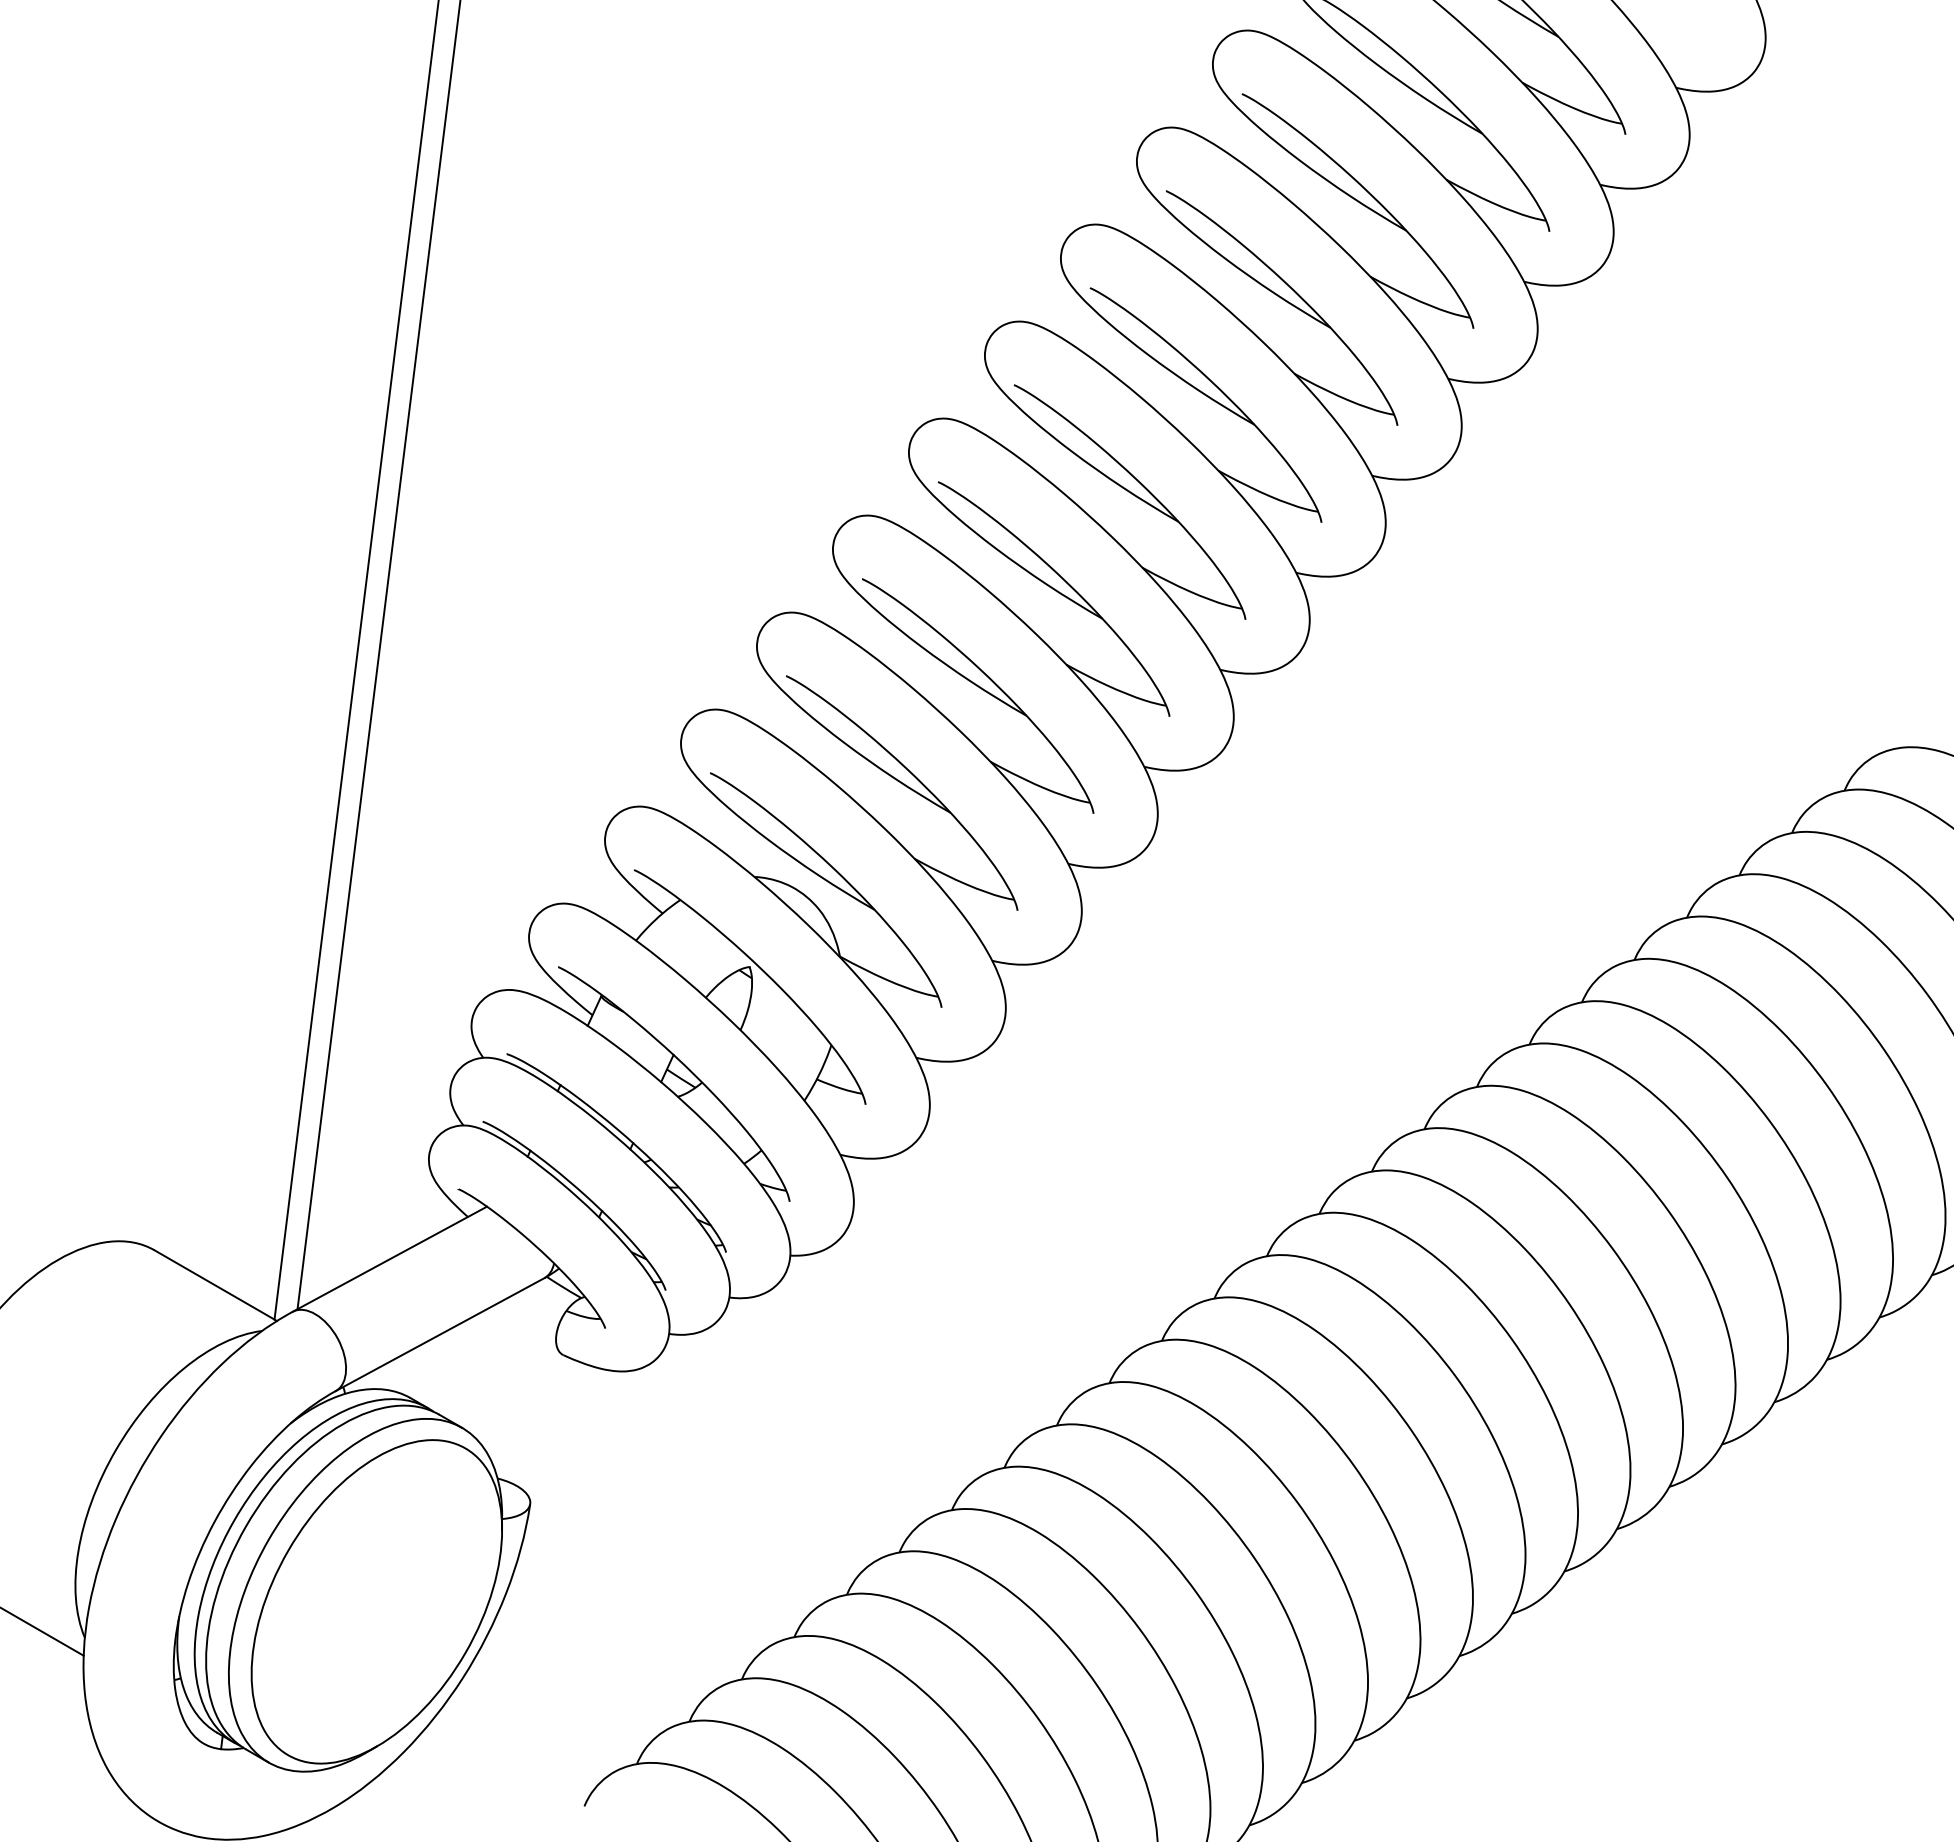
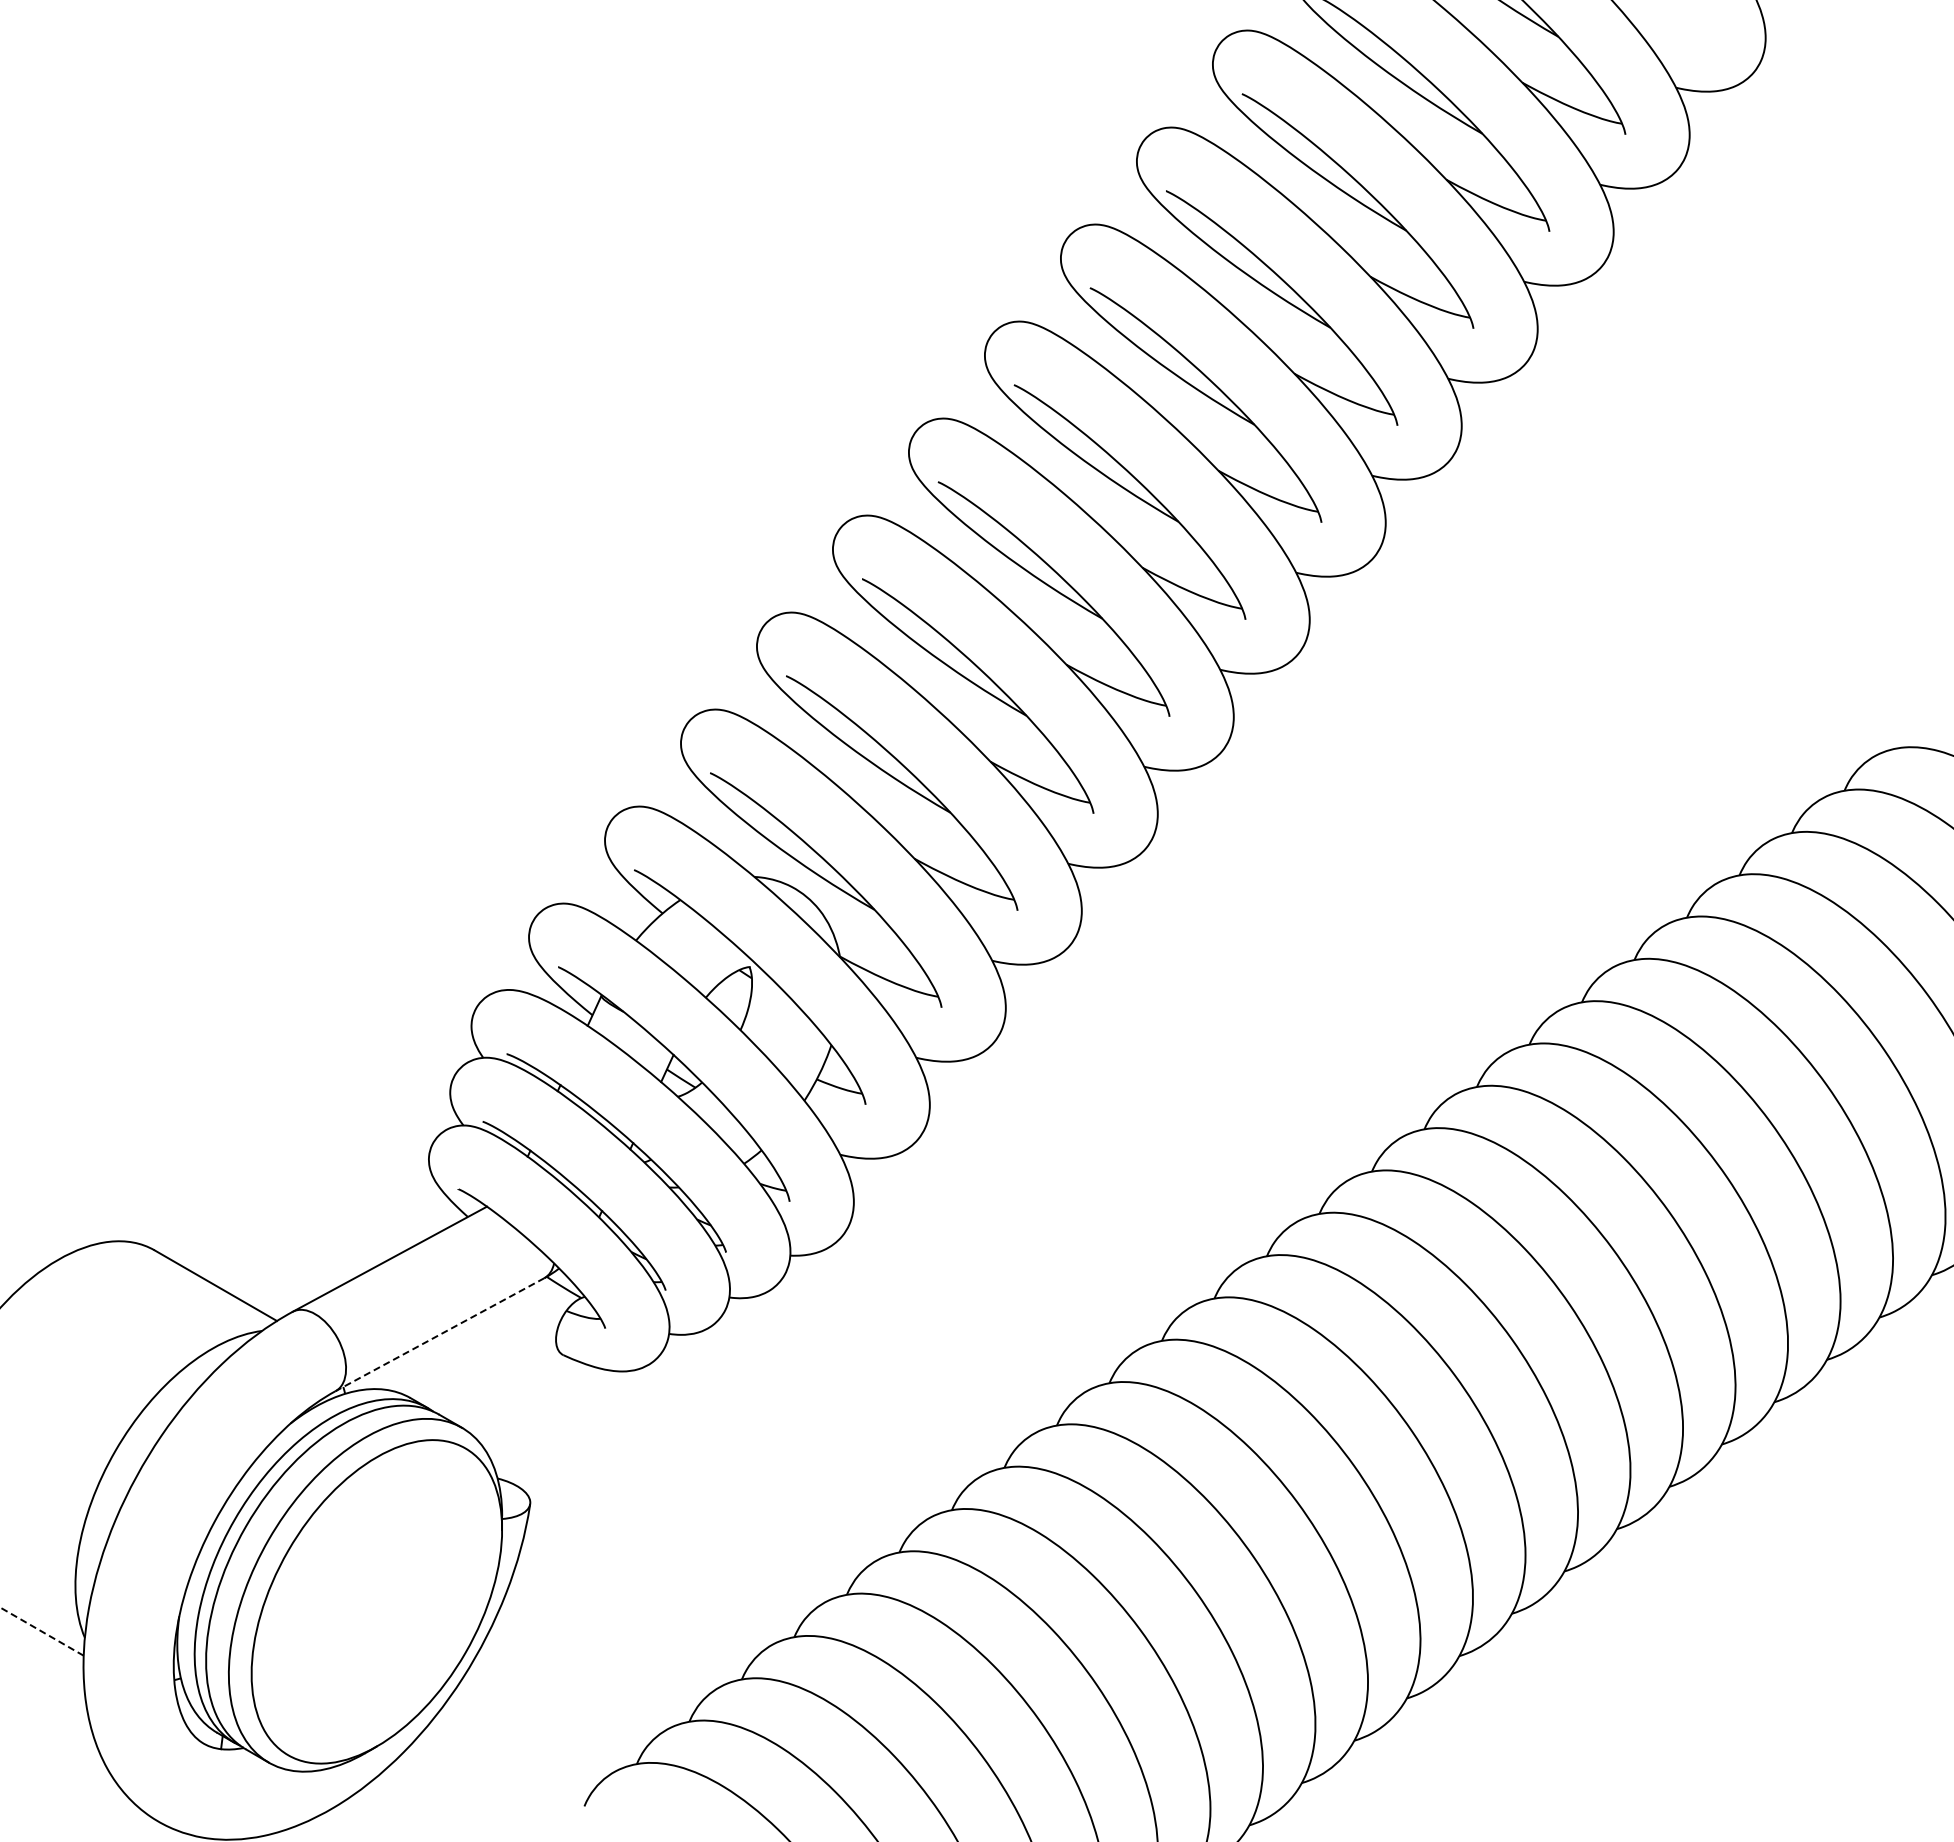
line at (378, 655): present -> none
line at (356, 660): present -> none
line at (440, 1334): solid -> dashed
line at (41, 1631): solid -> dashed
